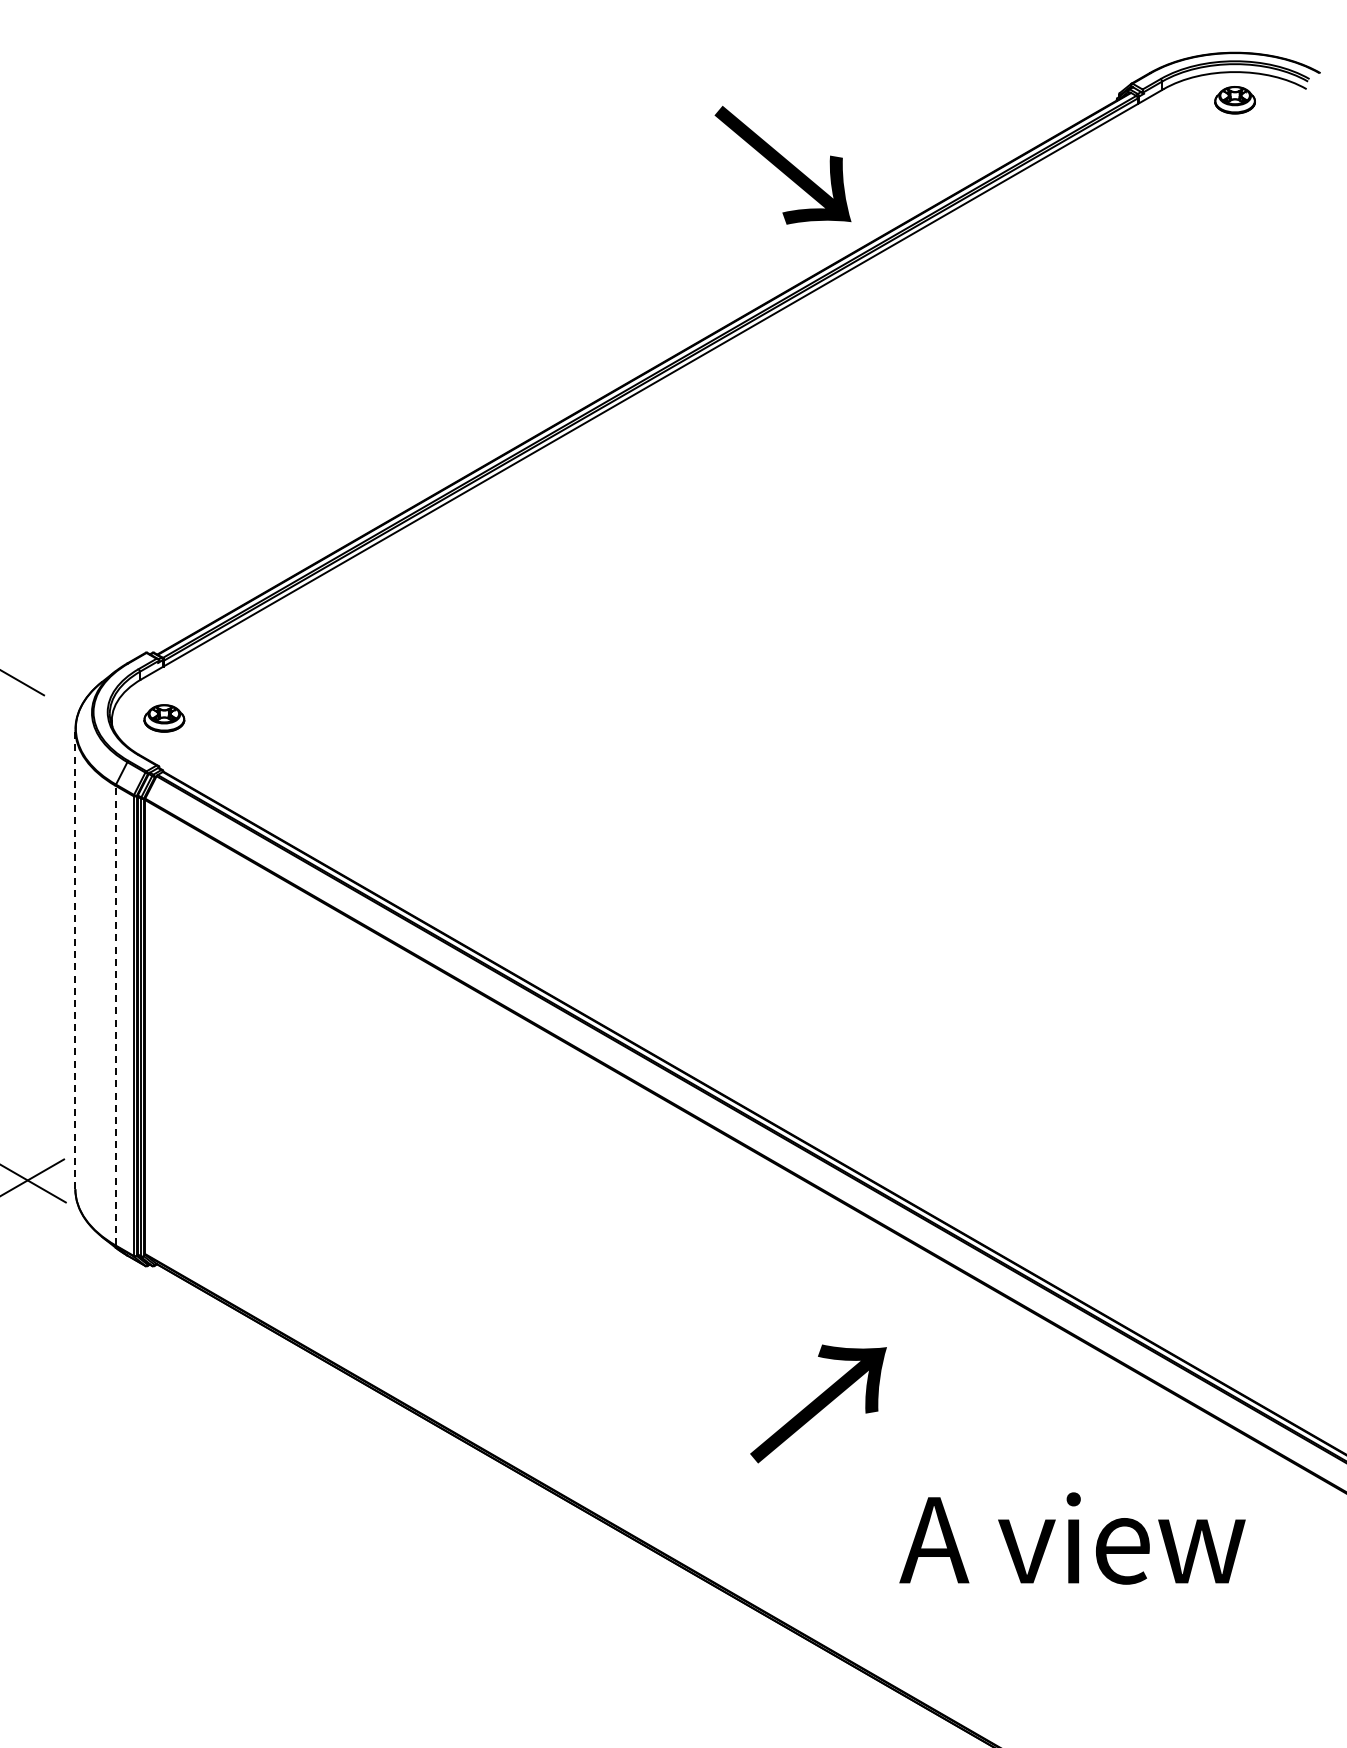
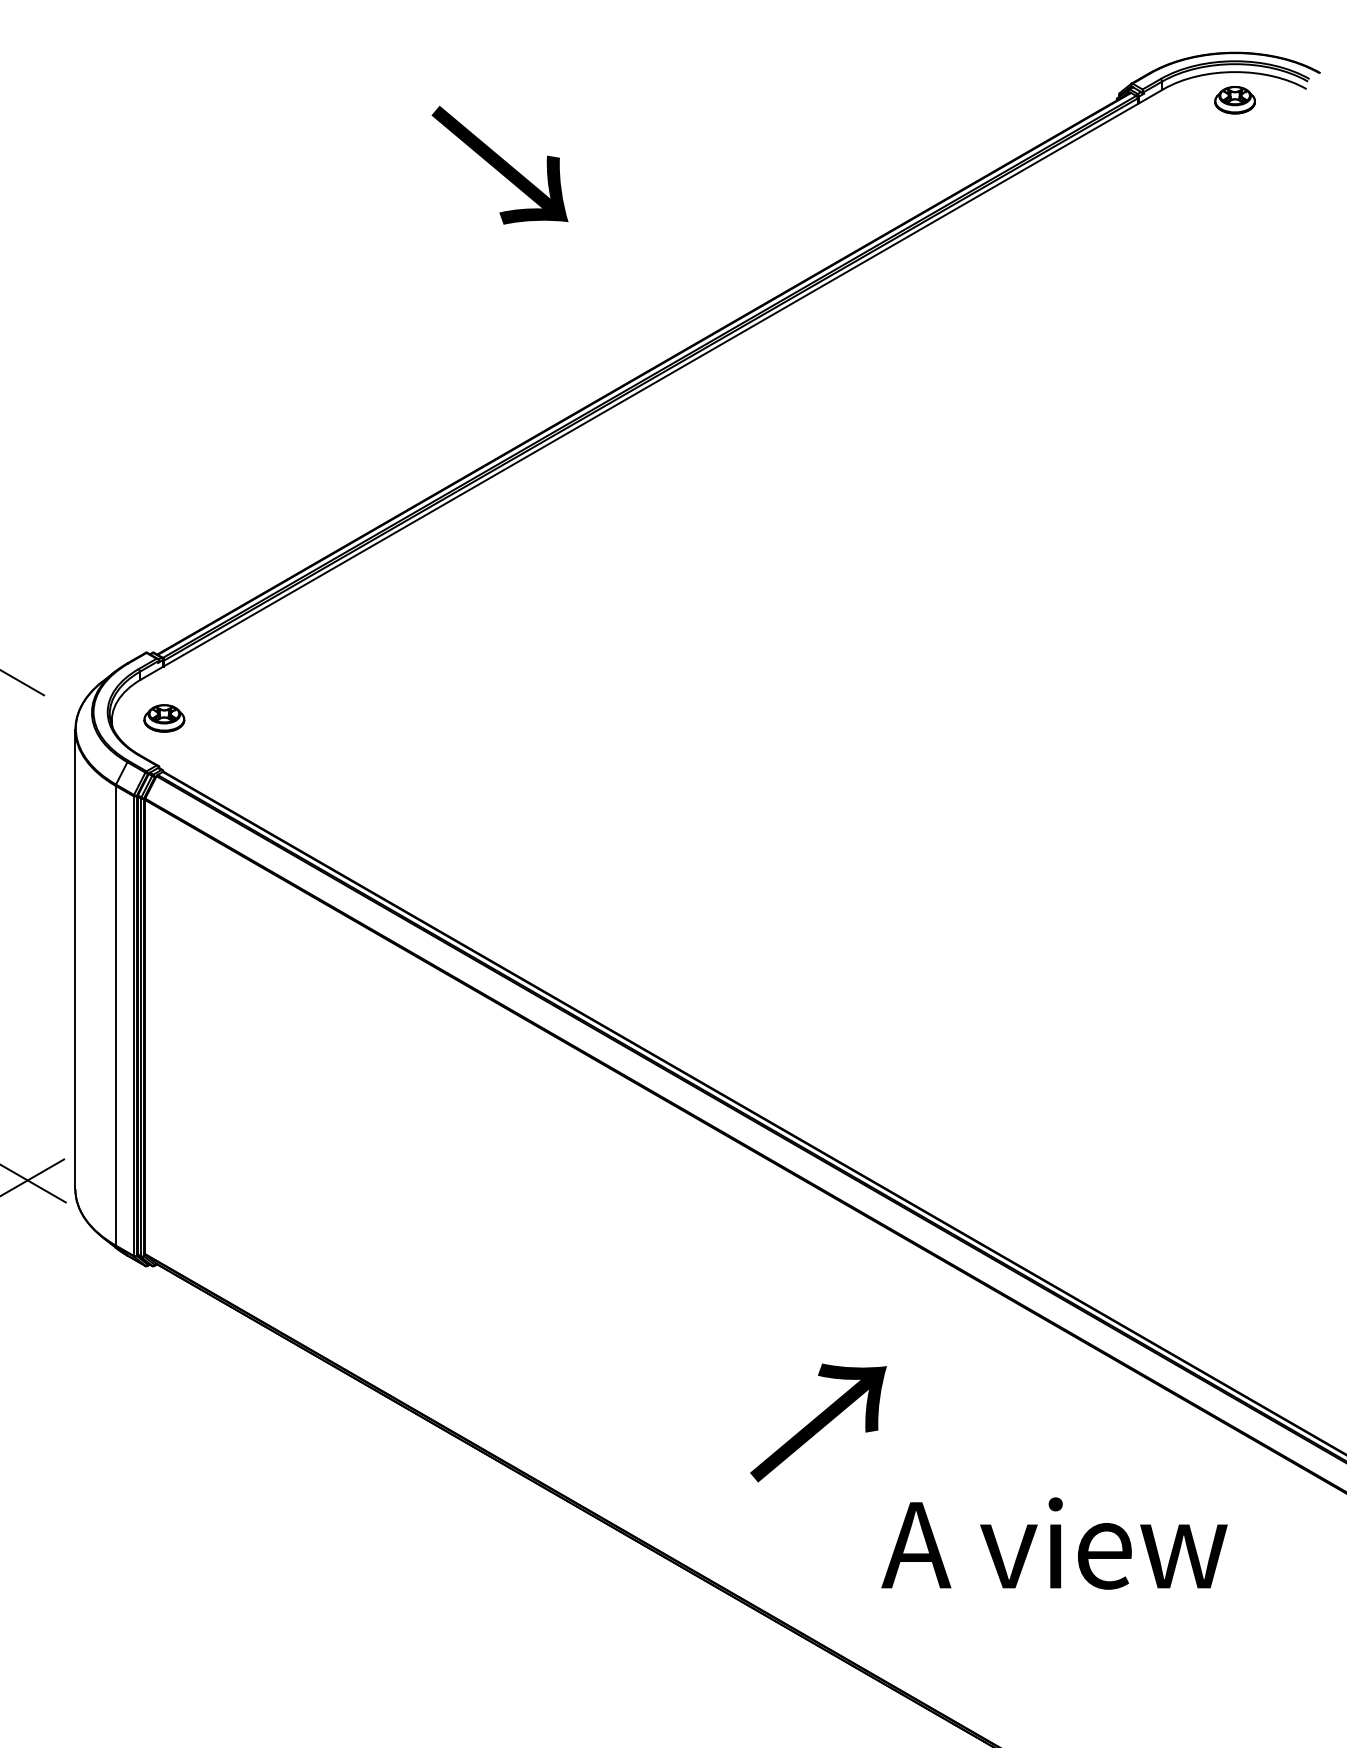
text at (782, 165) position: (782, 165) -> (499, 165)
line at (75, 959): dashed -> solid
line at (115, 1015): dashed -> solid
text at (818, 1403) position: (818, 1403) -> (818, 1422)
text at (1072, 1538) position: (1072, 1538) -> (1054, 1543)
